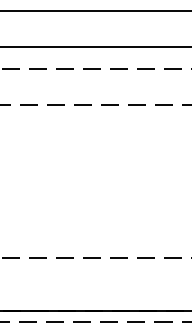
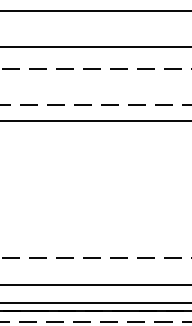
line at (95, 121): none -> present
line at (95, 285): none -> present
line at (95, 303): none -> present
